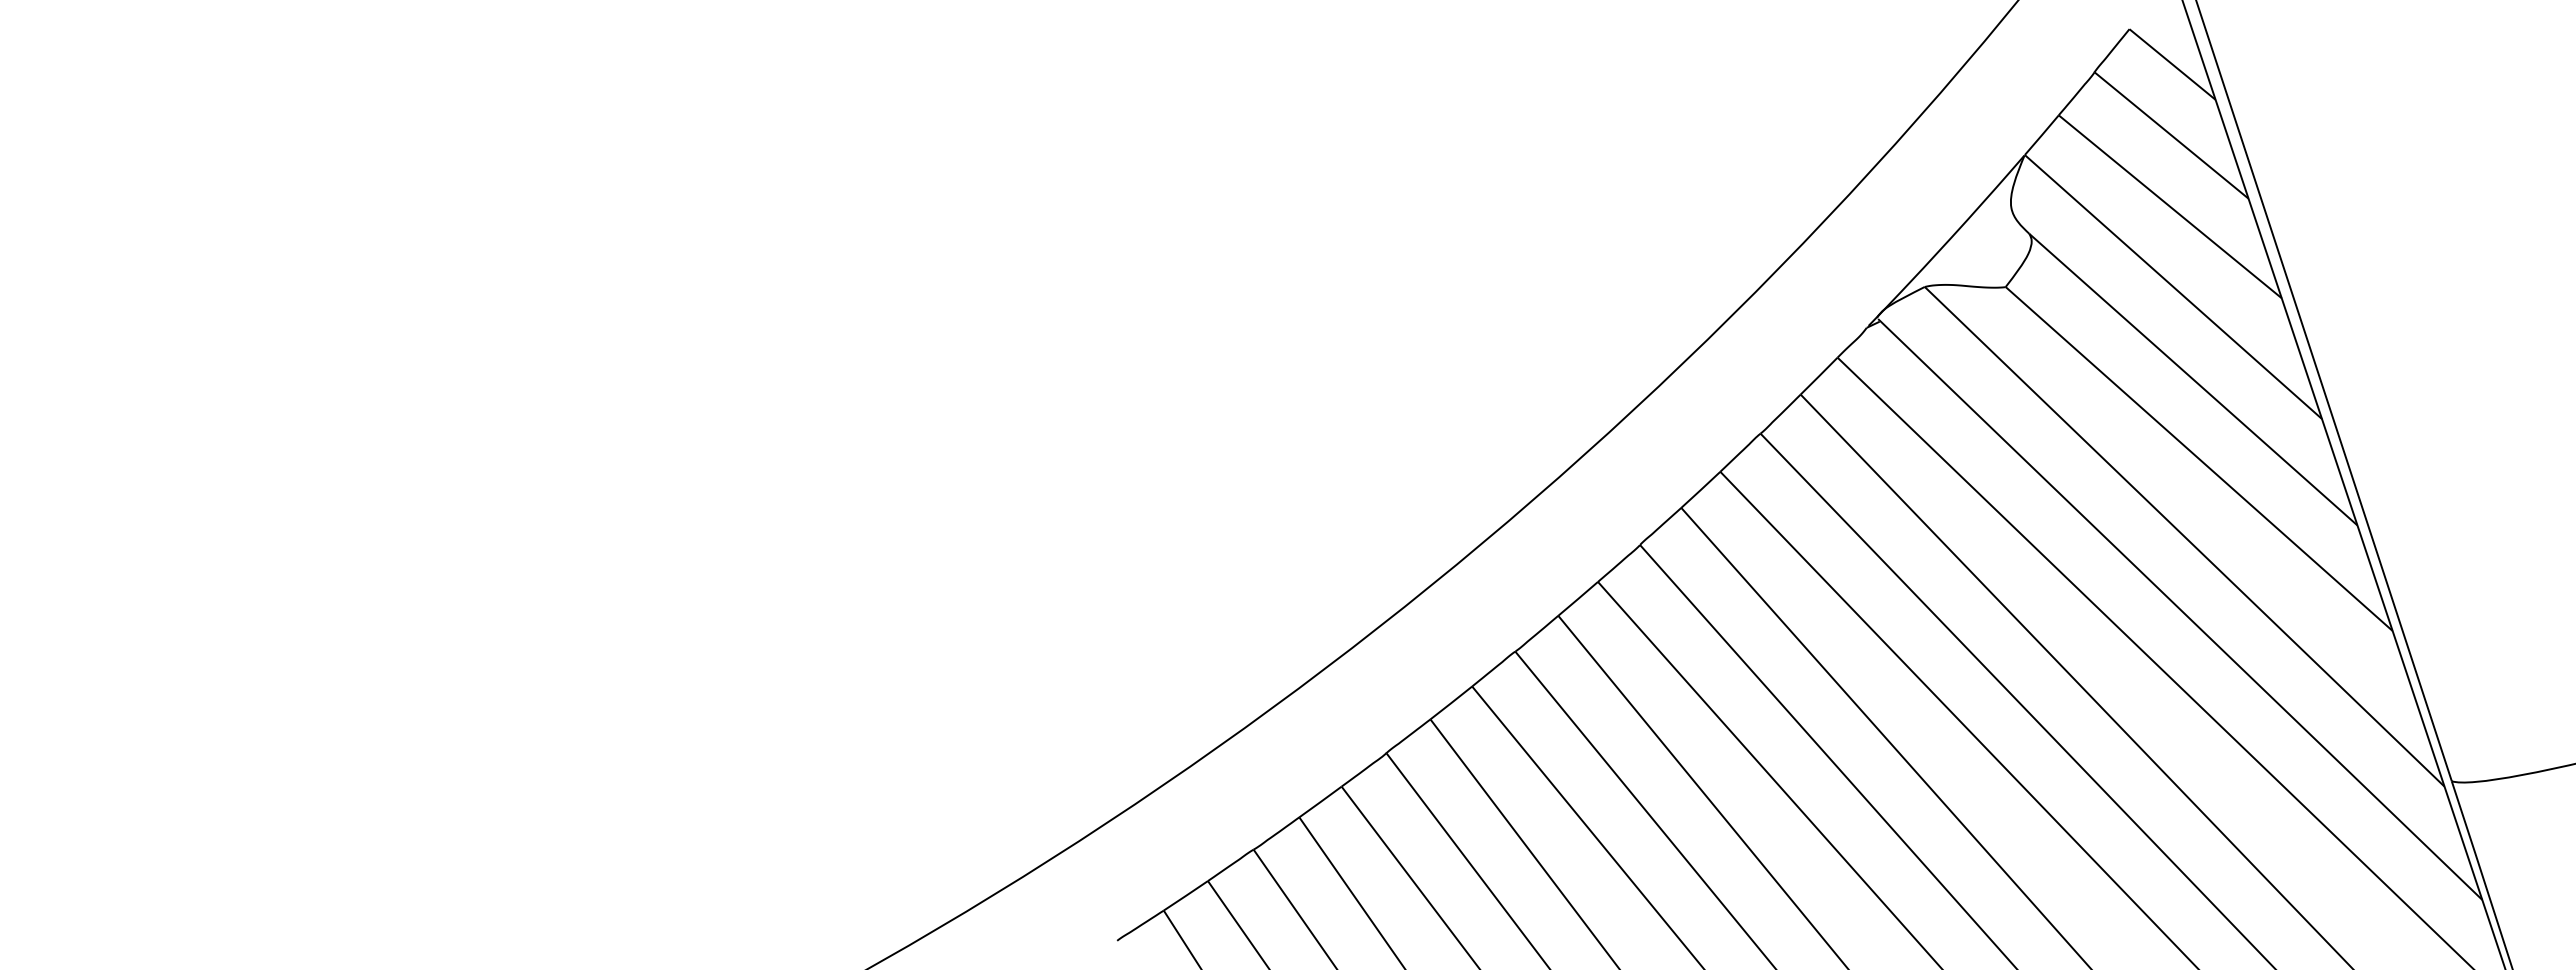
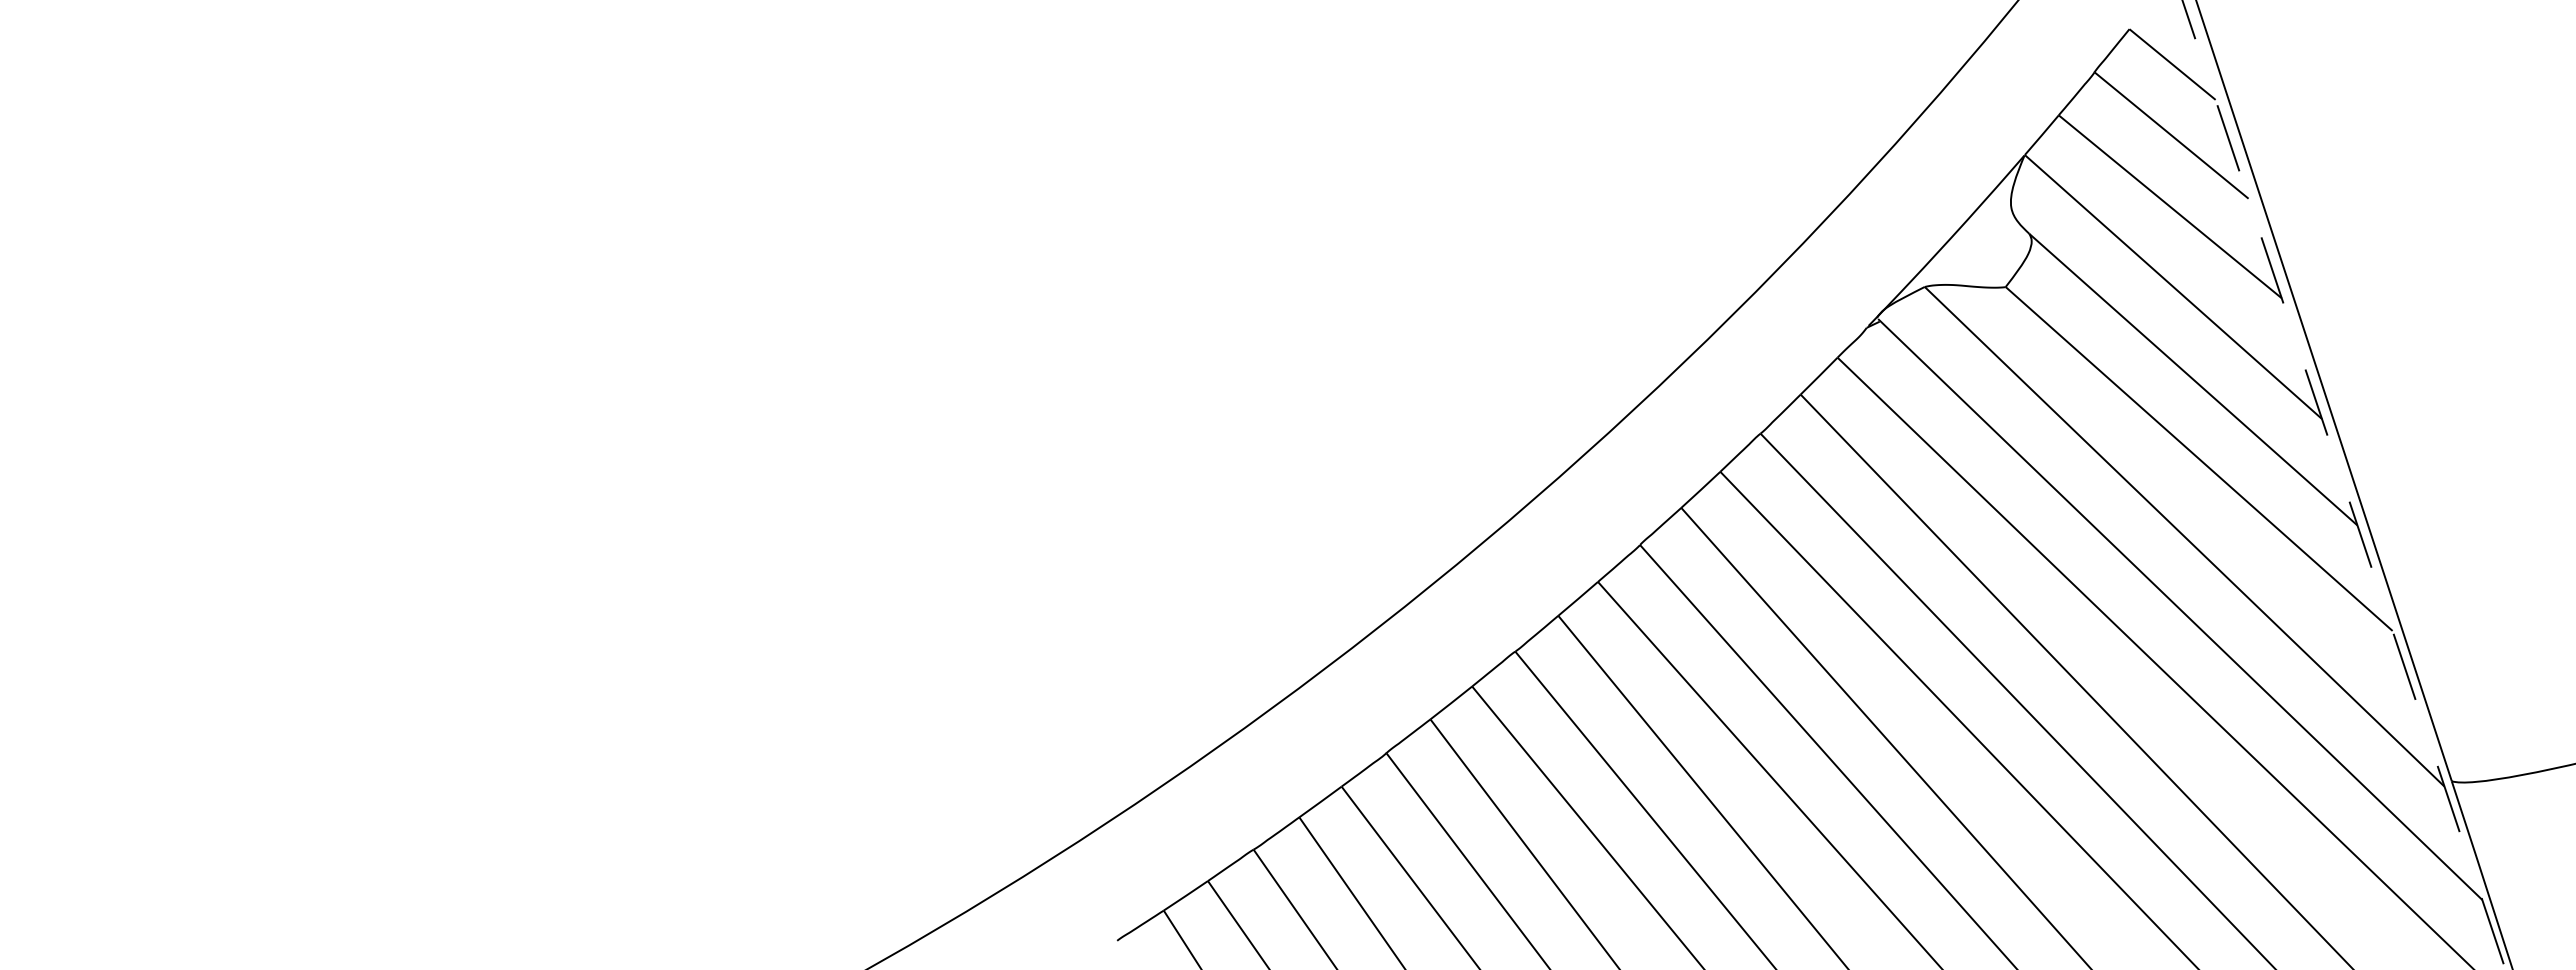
line at (2343, 484): solid -> dashed
